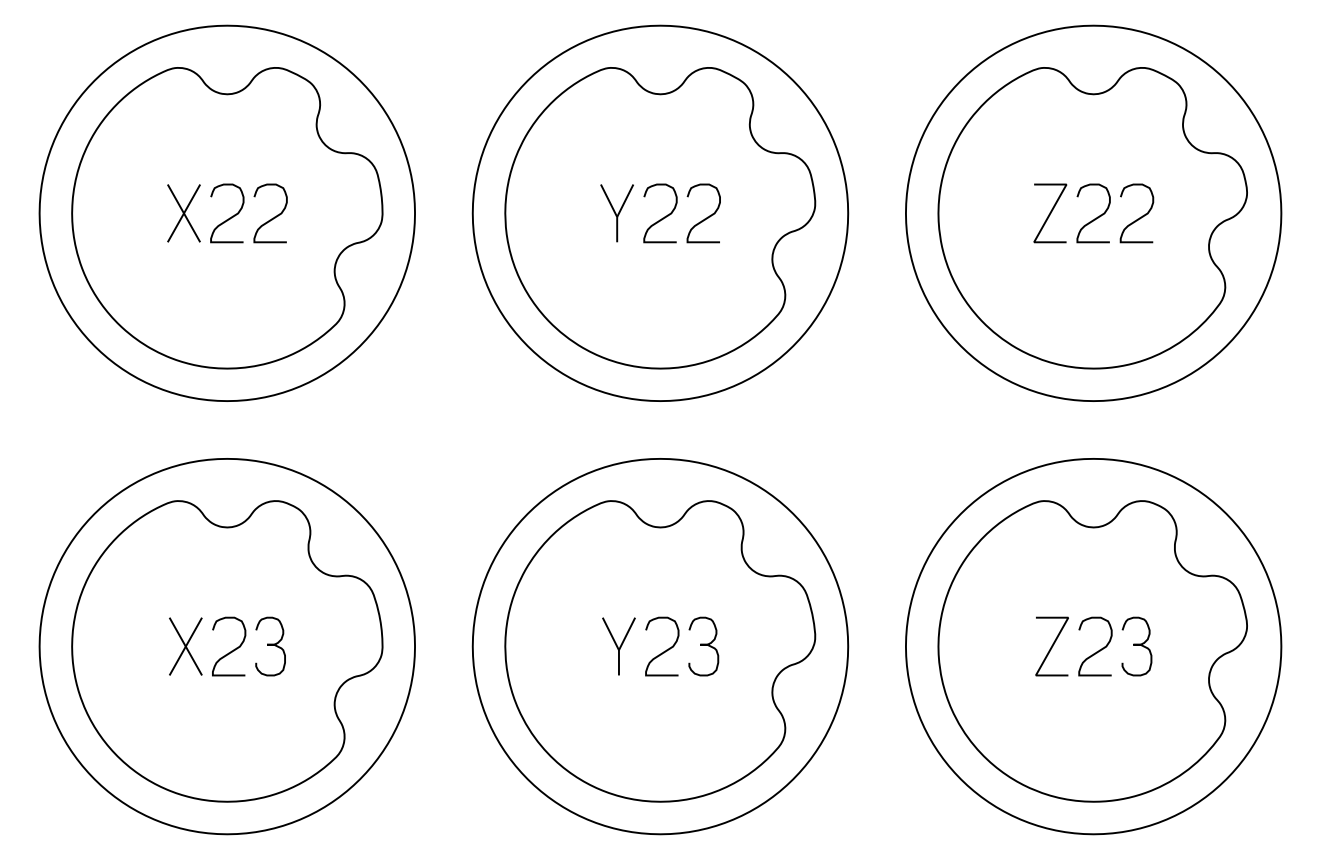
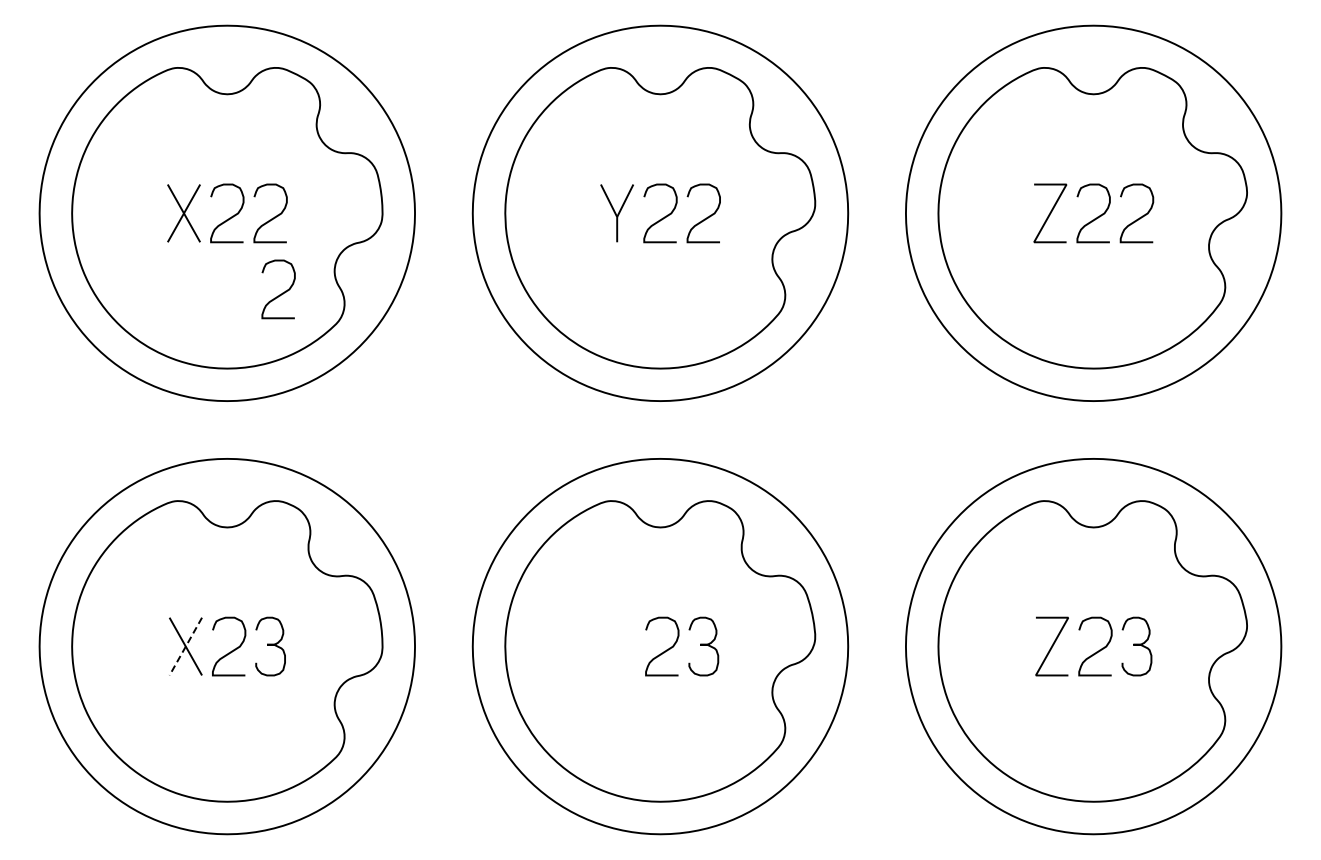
curve at (282, 292): none -> present
part at (618, 646): present -> none
line at (185, 647): solid -> dashed
